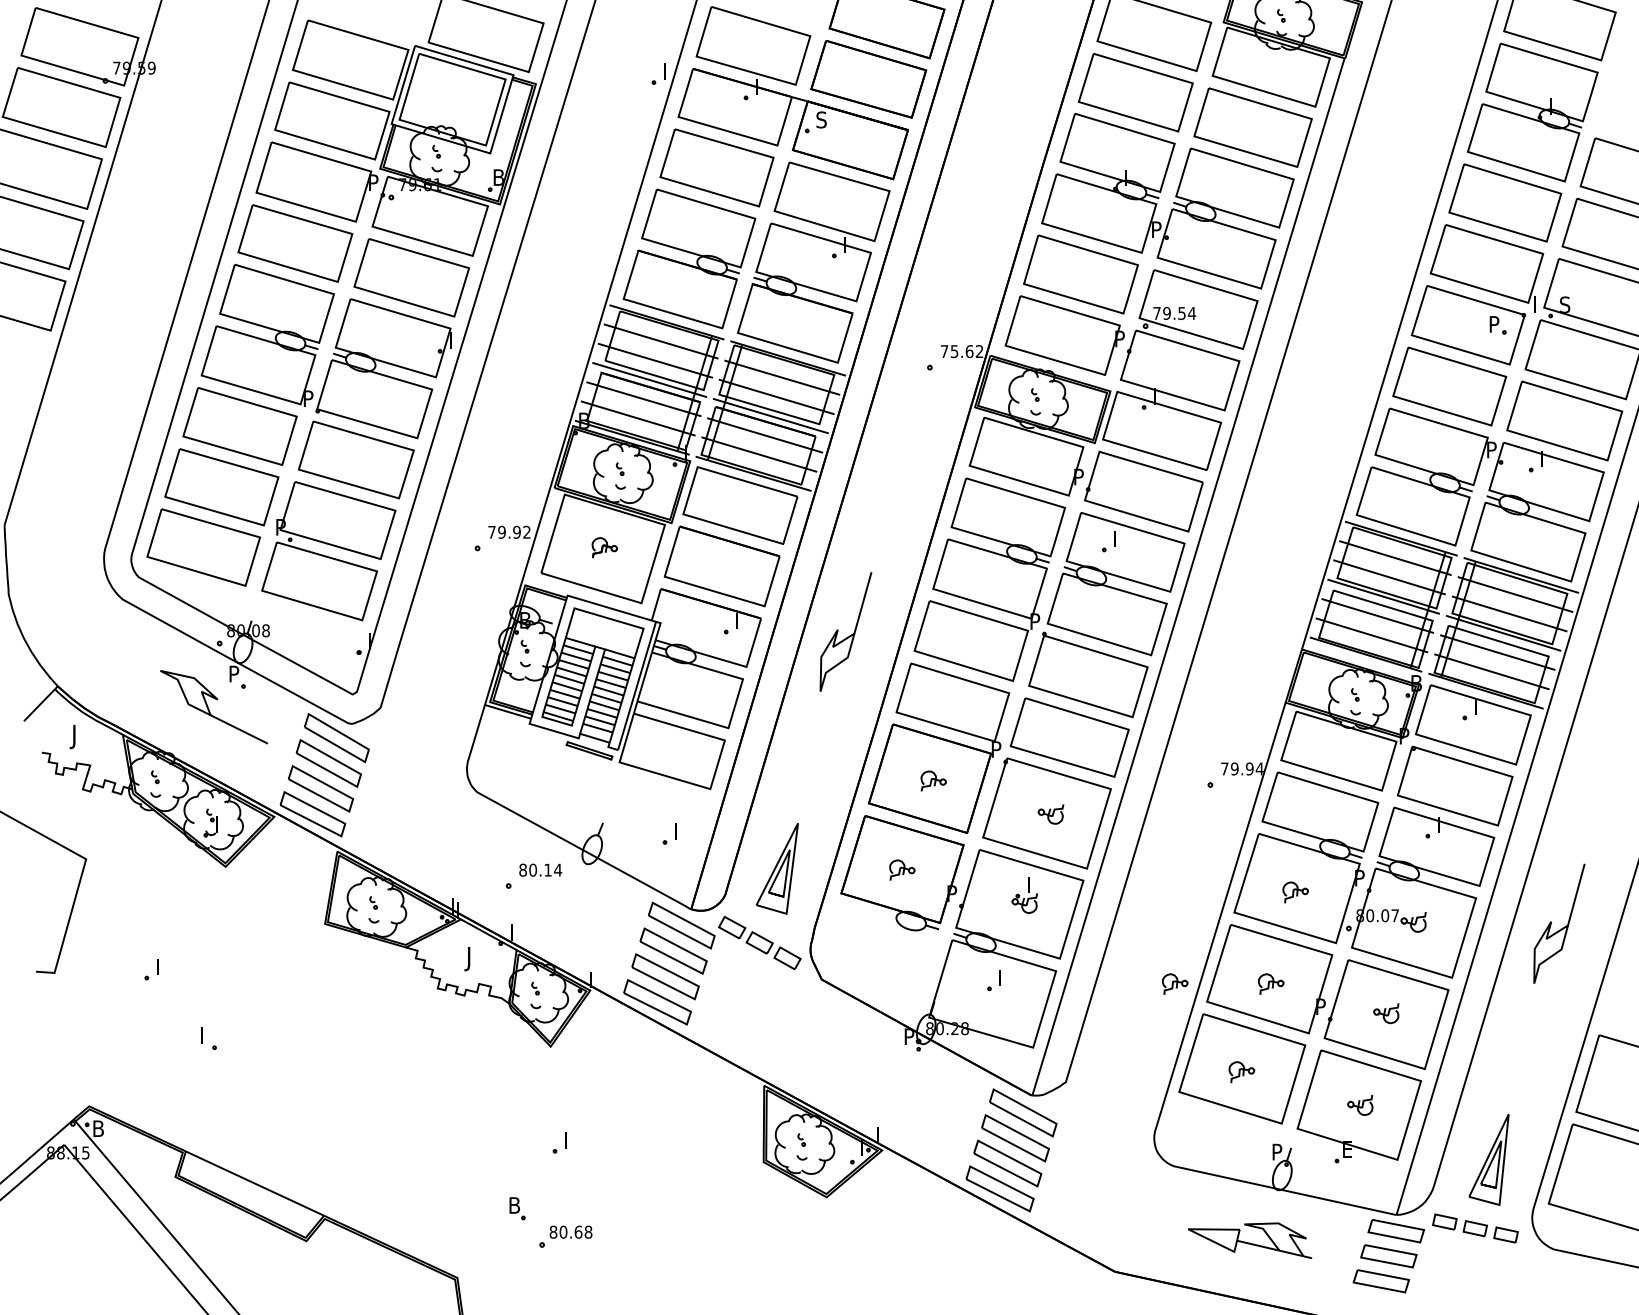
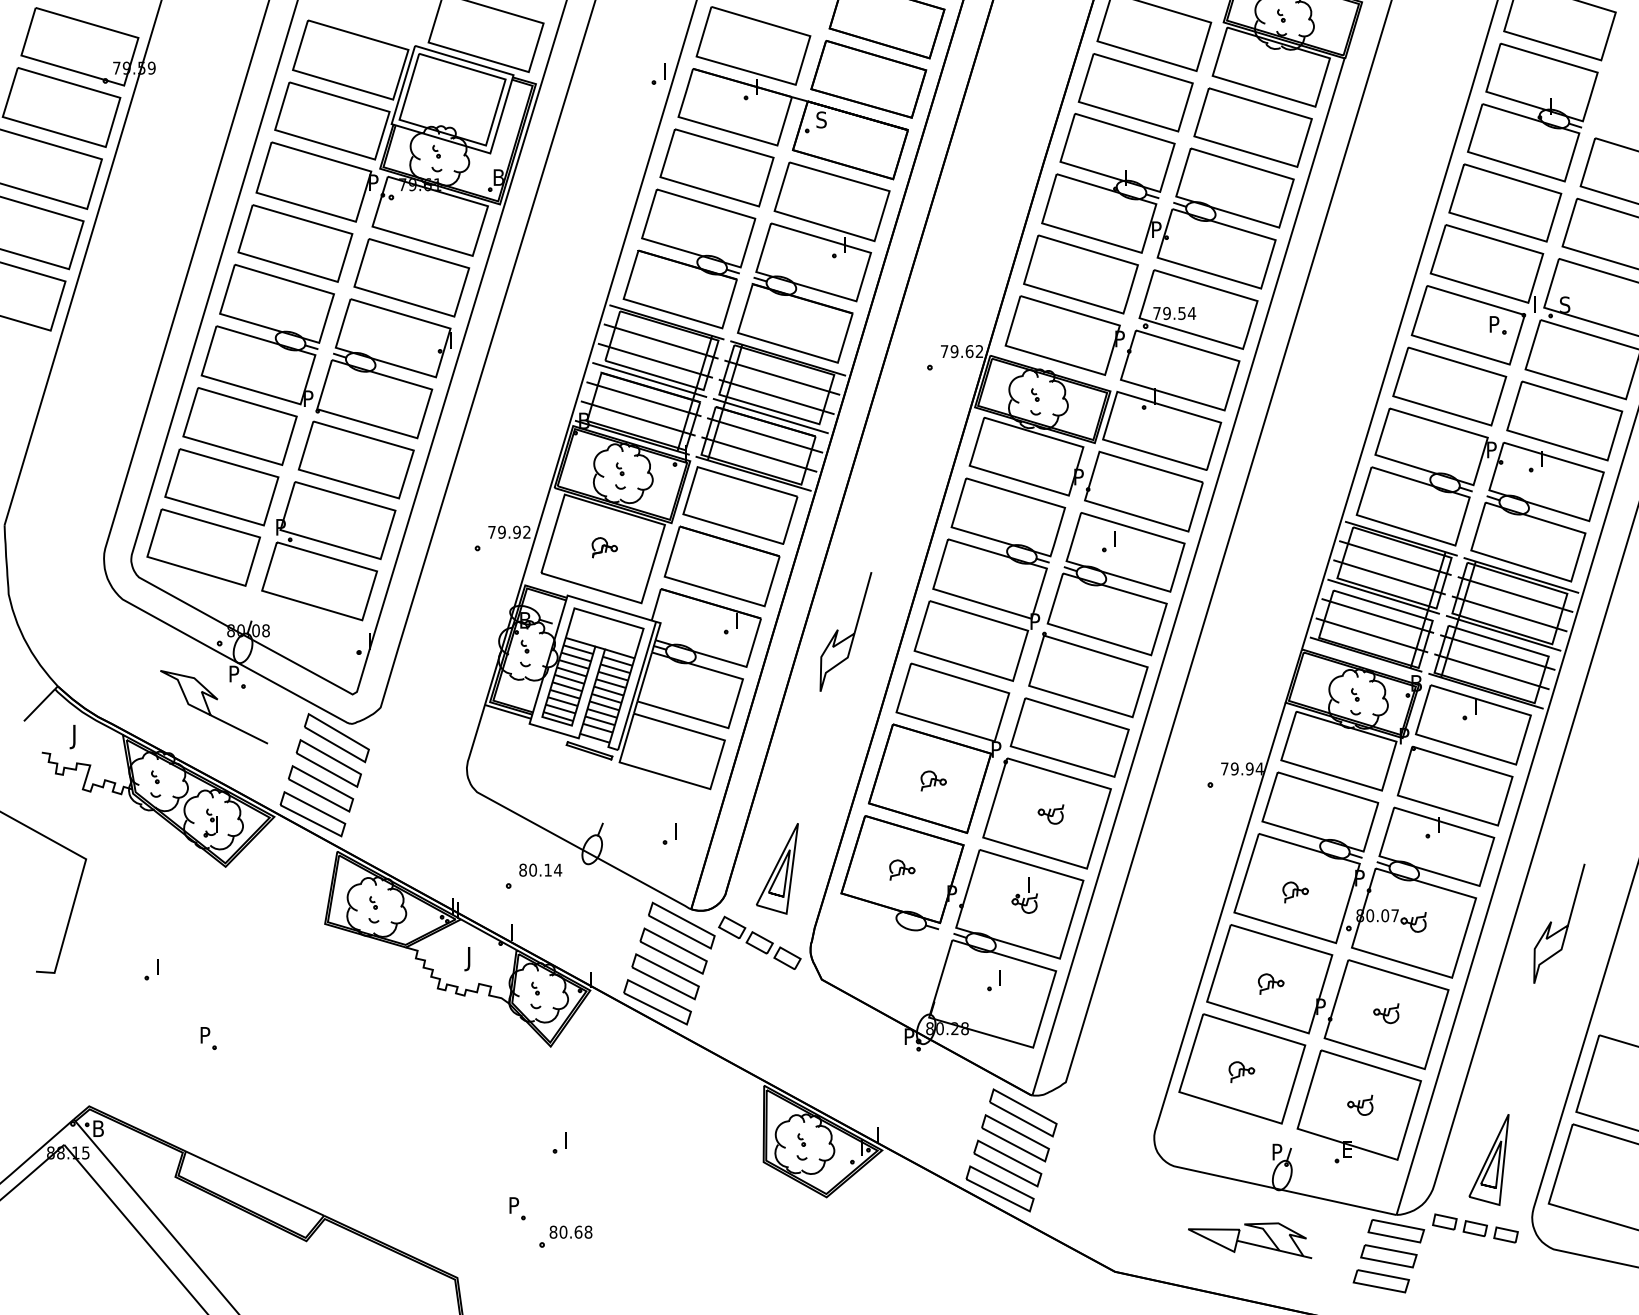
text at (954, 351): 75.62 -> 79.62
part at (1175, 983): present -> none
text at (205, 1035): I -> P
text at (515, 1205): B -> P
